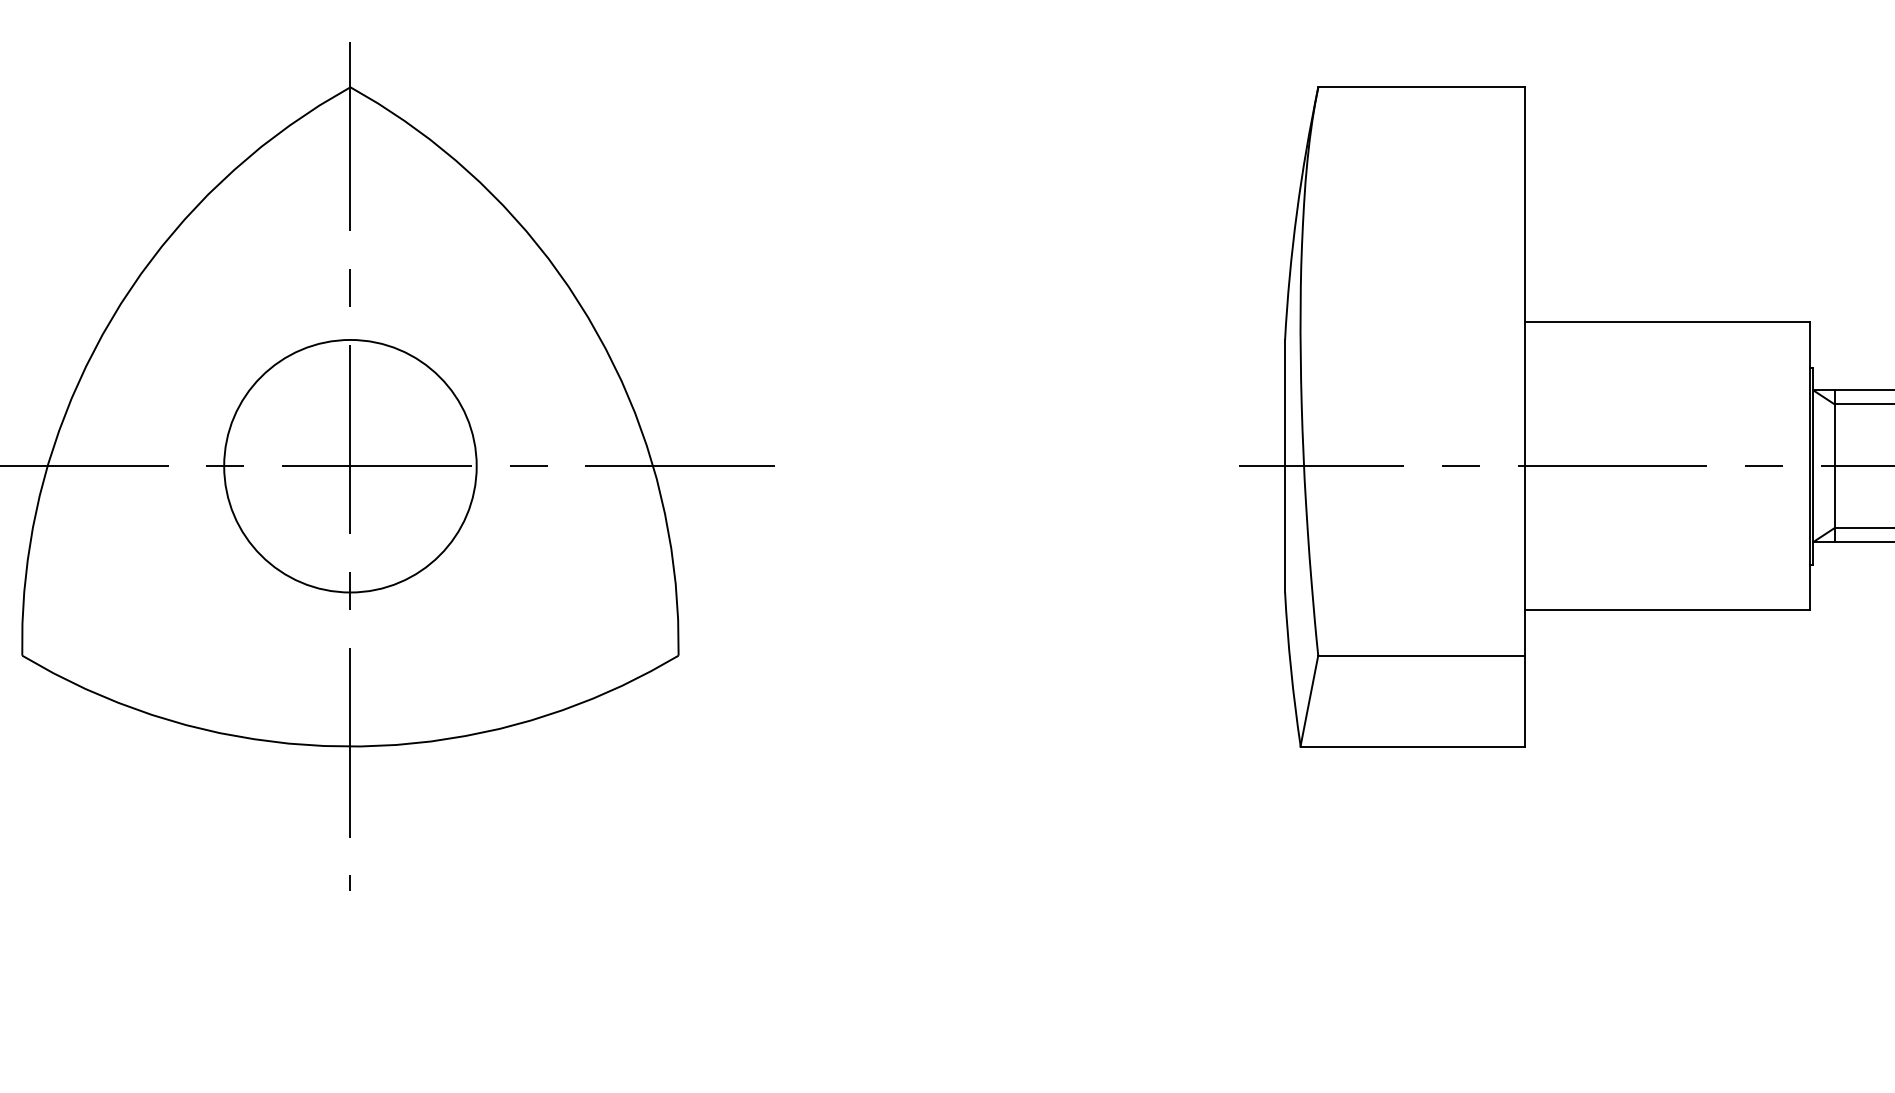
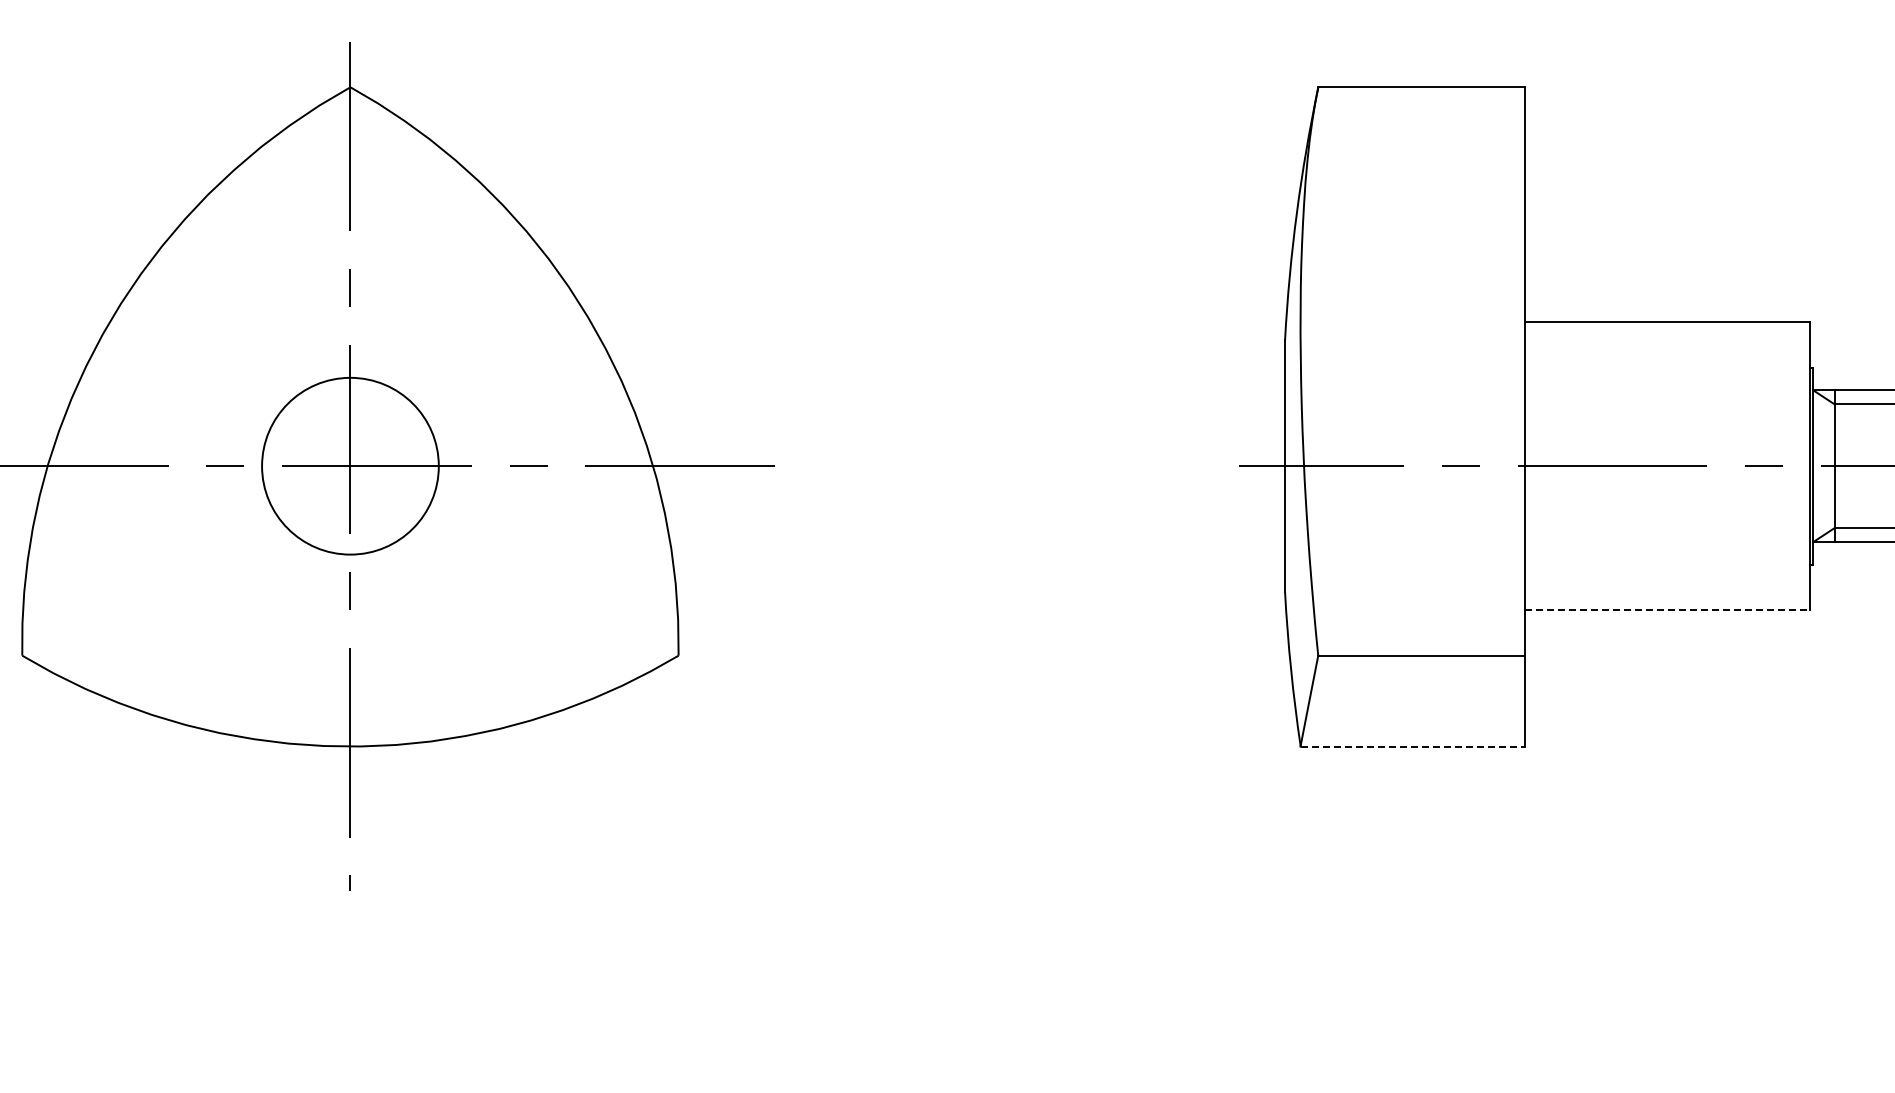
circle at (350, 465) diameter: 253 px -> 177 px
line at (1668, 610): solid -> dashed
line at (1413, 746): solid -> dashed
